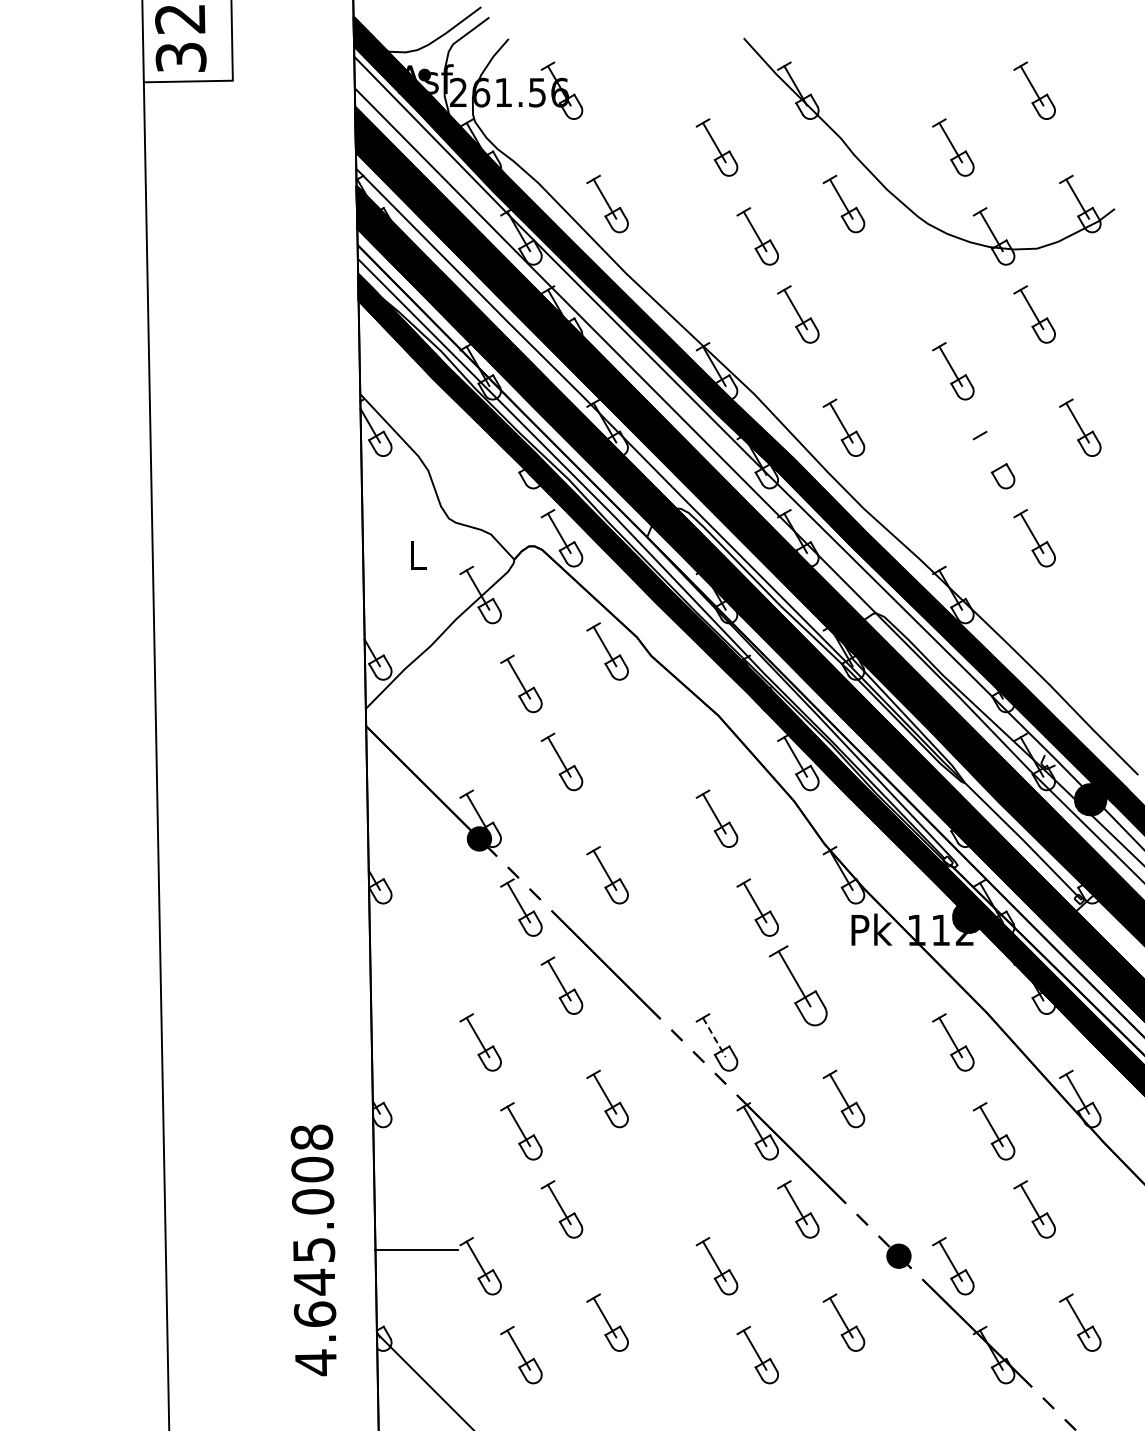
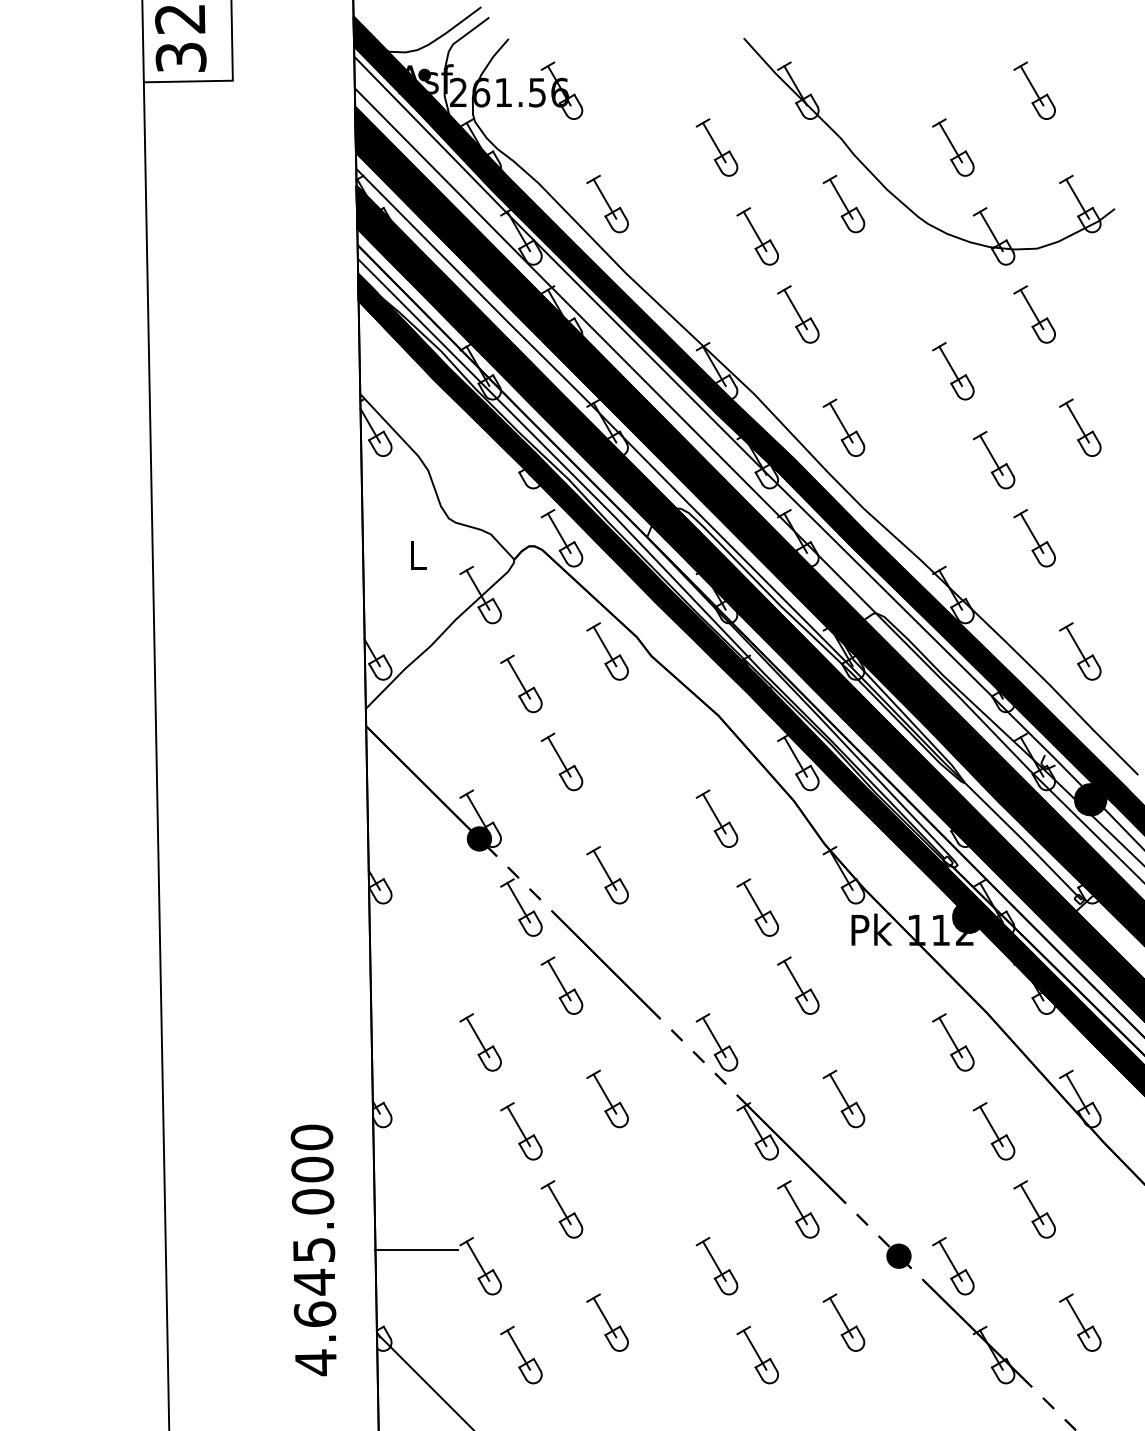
line at (991, 454): none -> present
part at (1080, 651): none -> present
part at (797, 985) size: 60x82 px -> 43x59 px
line at (714, 1037): dashed -> solid
text at (311, 1137): 4.645.008 -> 4.645.000
